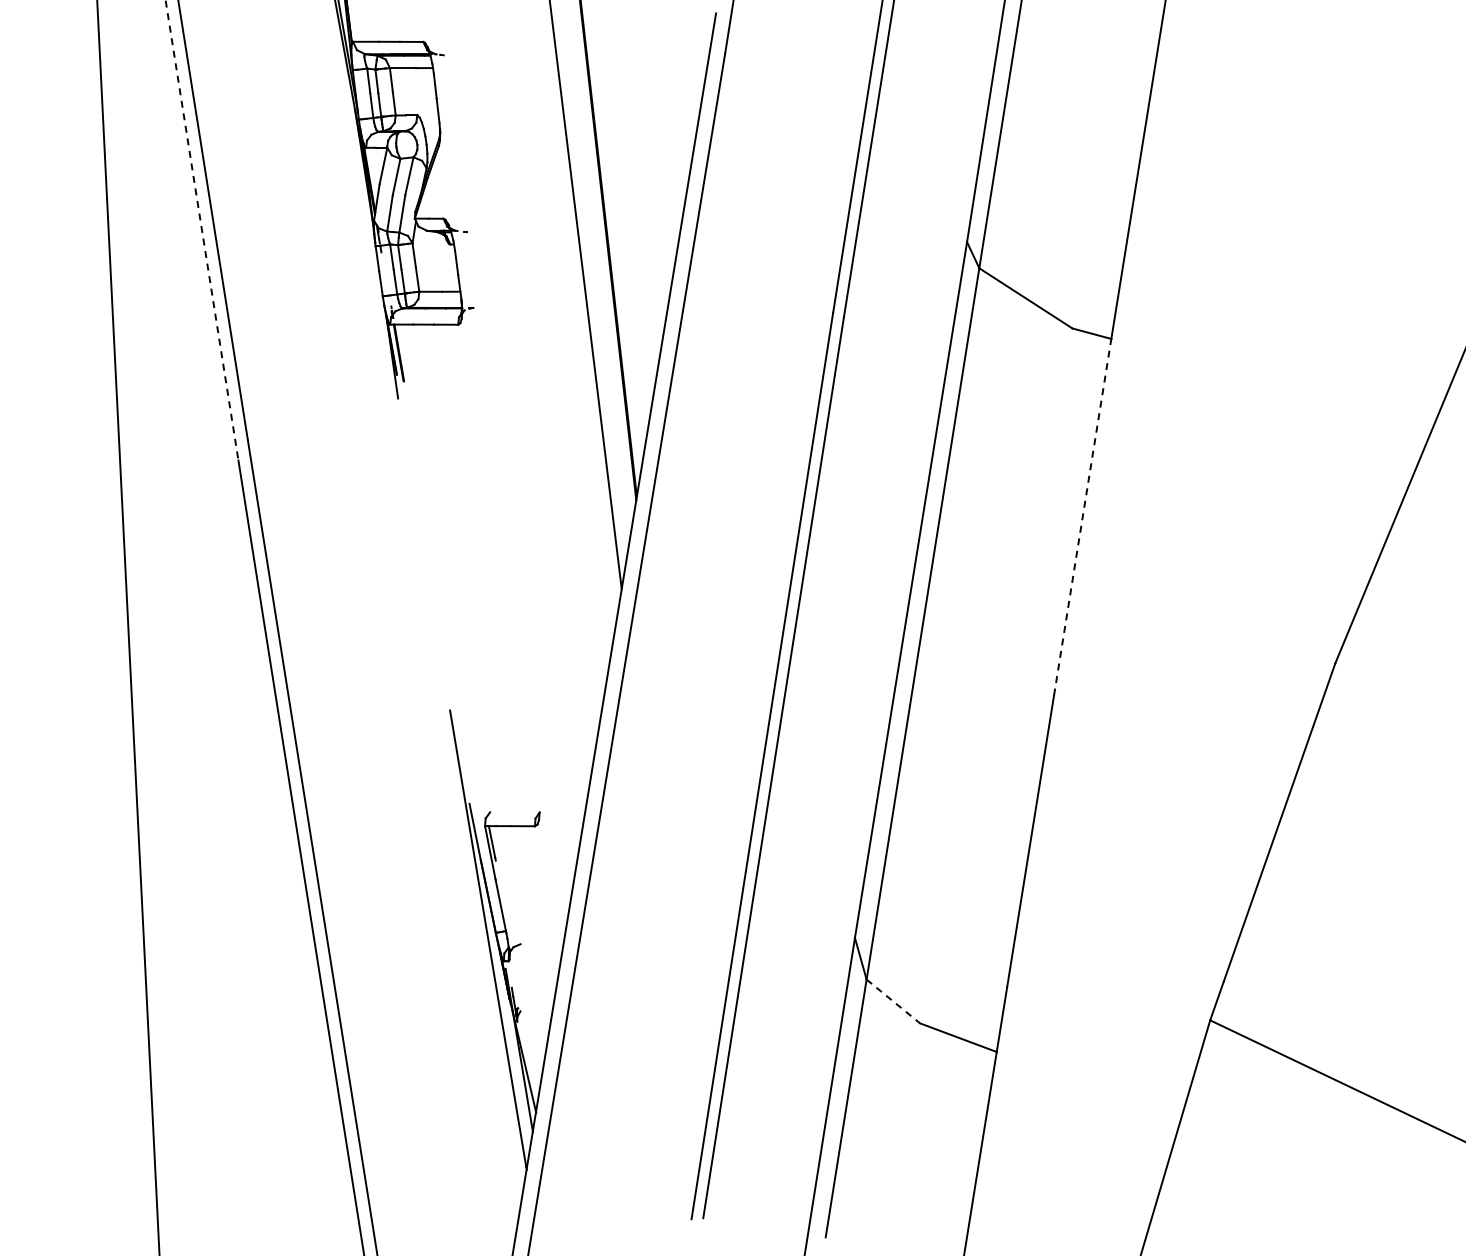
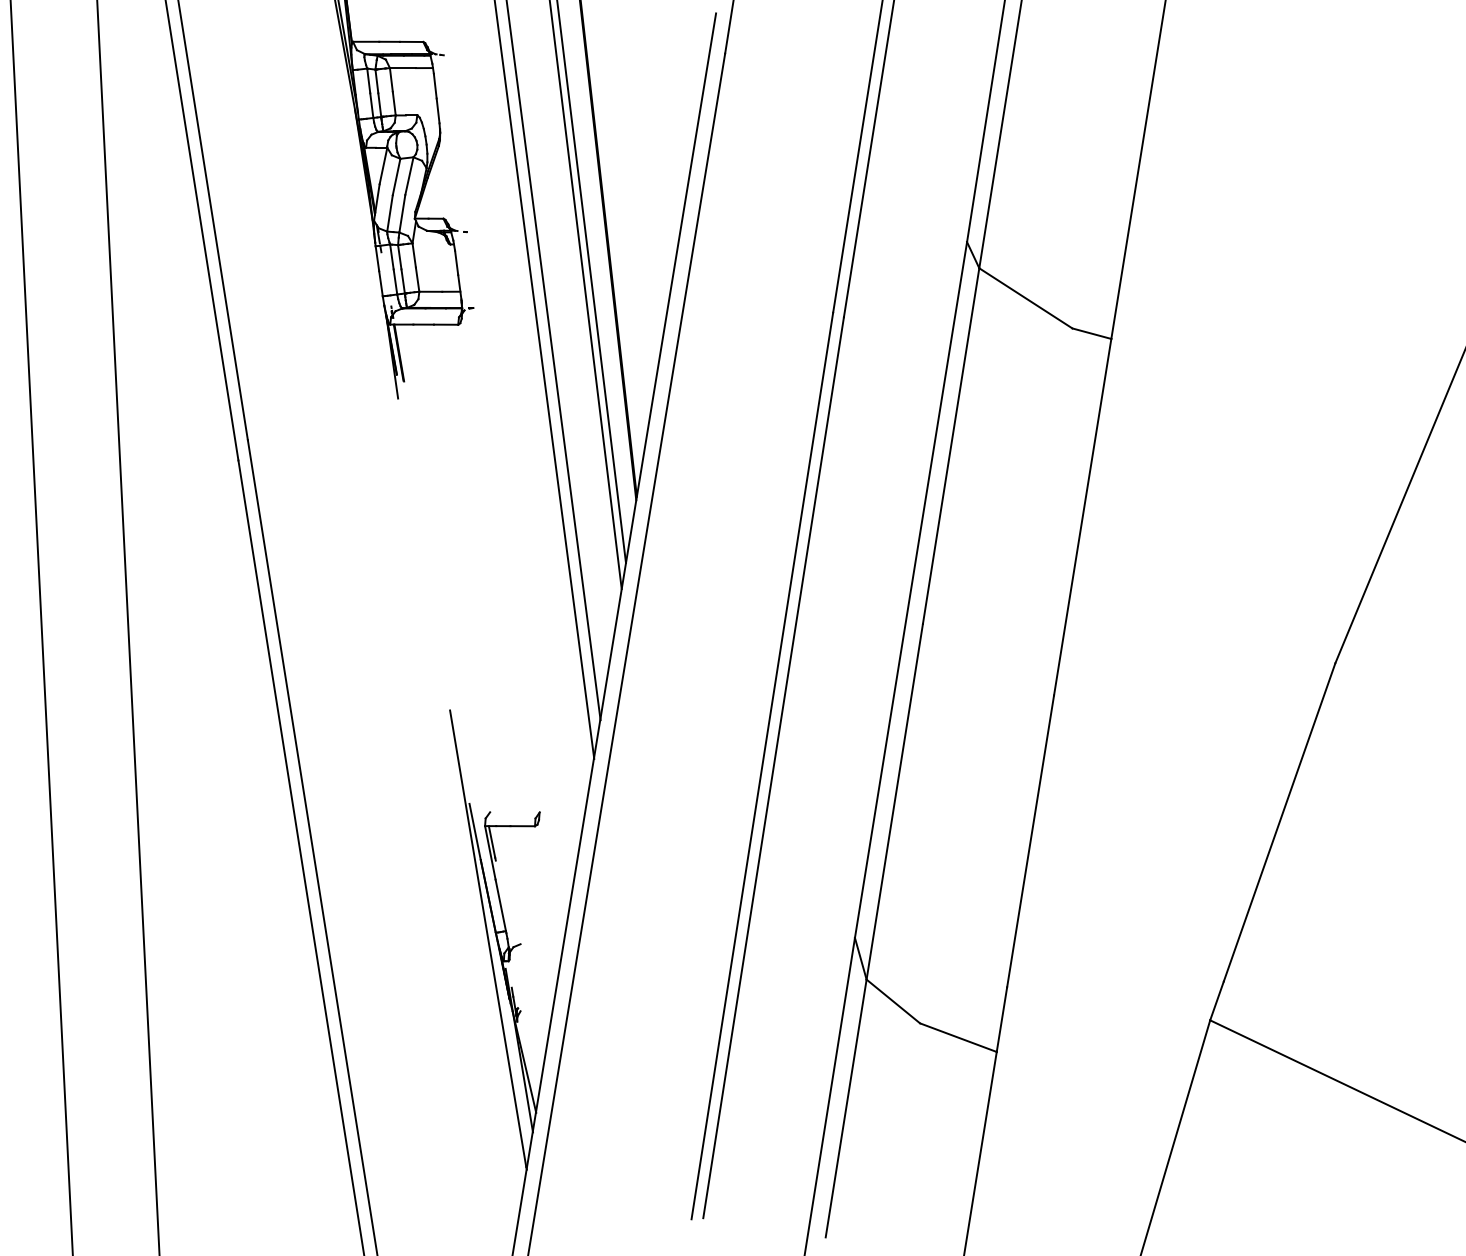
line at (202, 230): dashed -> solid
line at (591, 282): none -> present
line at (553, 361): none -> present
line at (544, 380): none -> present
line at (1082, 517): dashed -> solid
line at (41, 627): none -> present
line at (893, 1001): dashed -> solid
